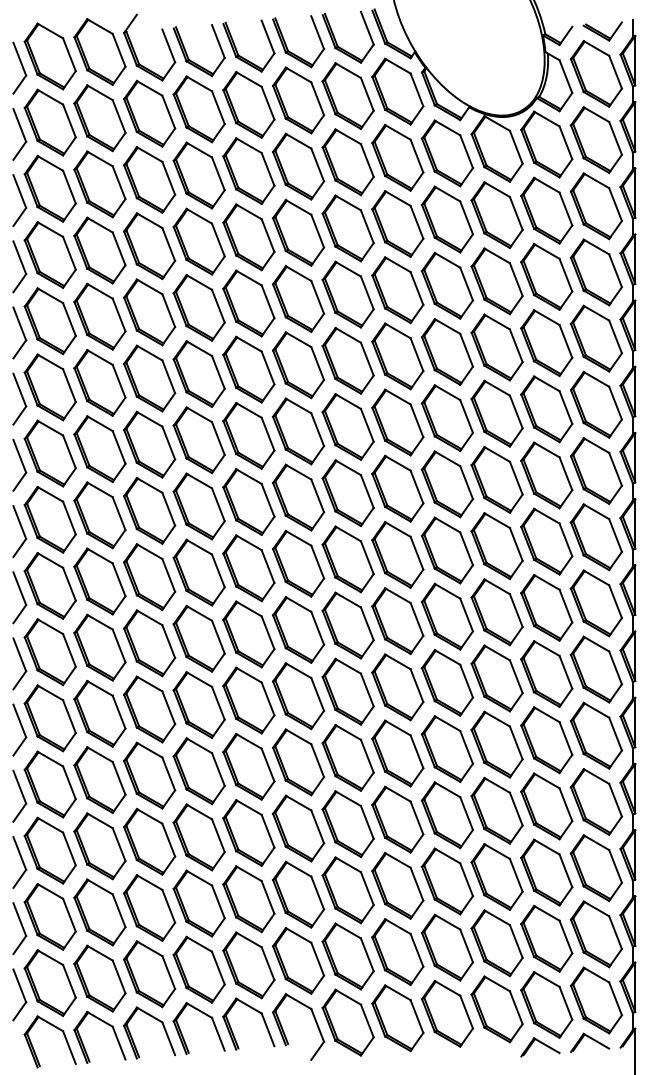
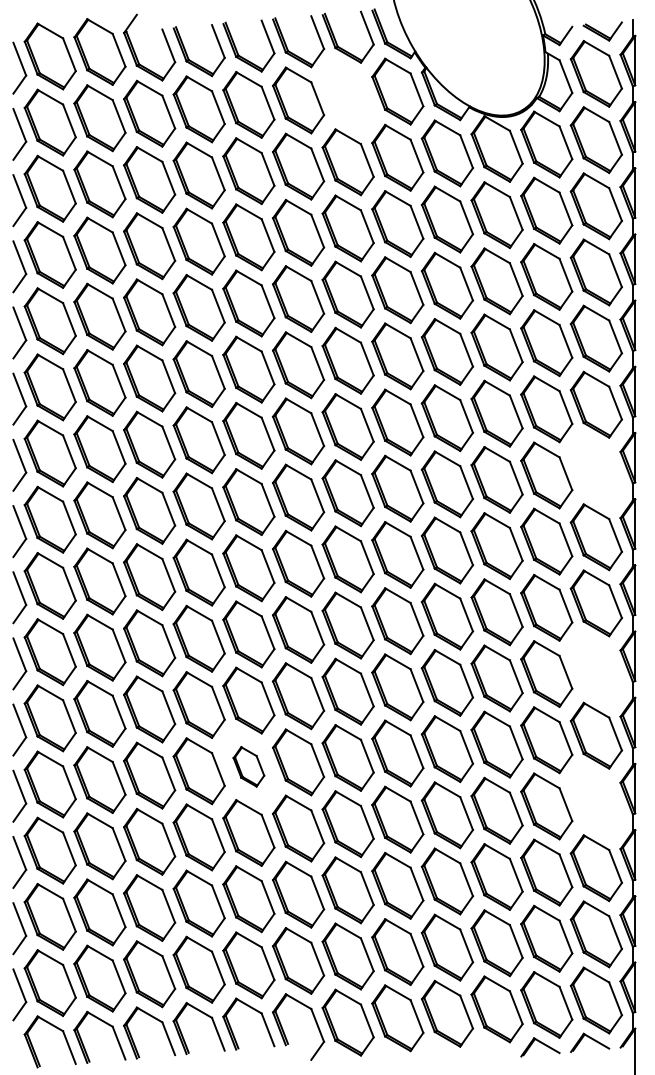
part at (347, 95): present -> none
part at (595, 470): present -> none
part at (596, 669): present -> none
part at (248, 766) size: 54x68 px -> 34x42 px
part at (595, 801): present -> none
